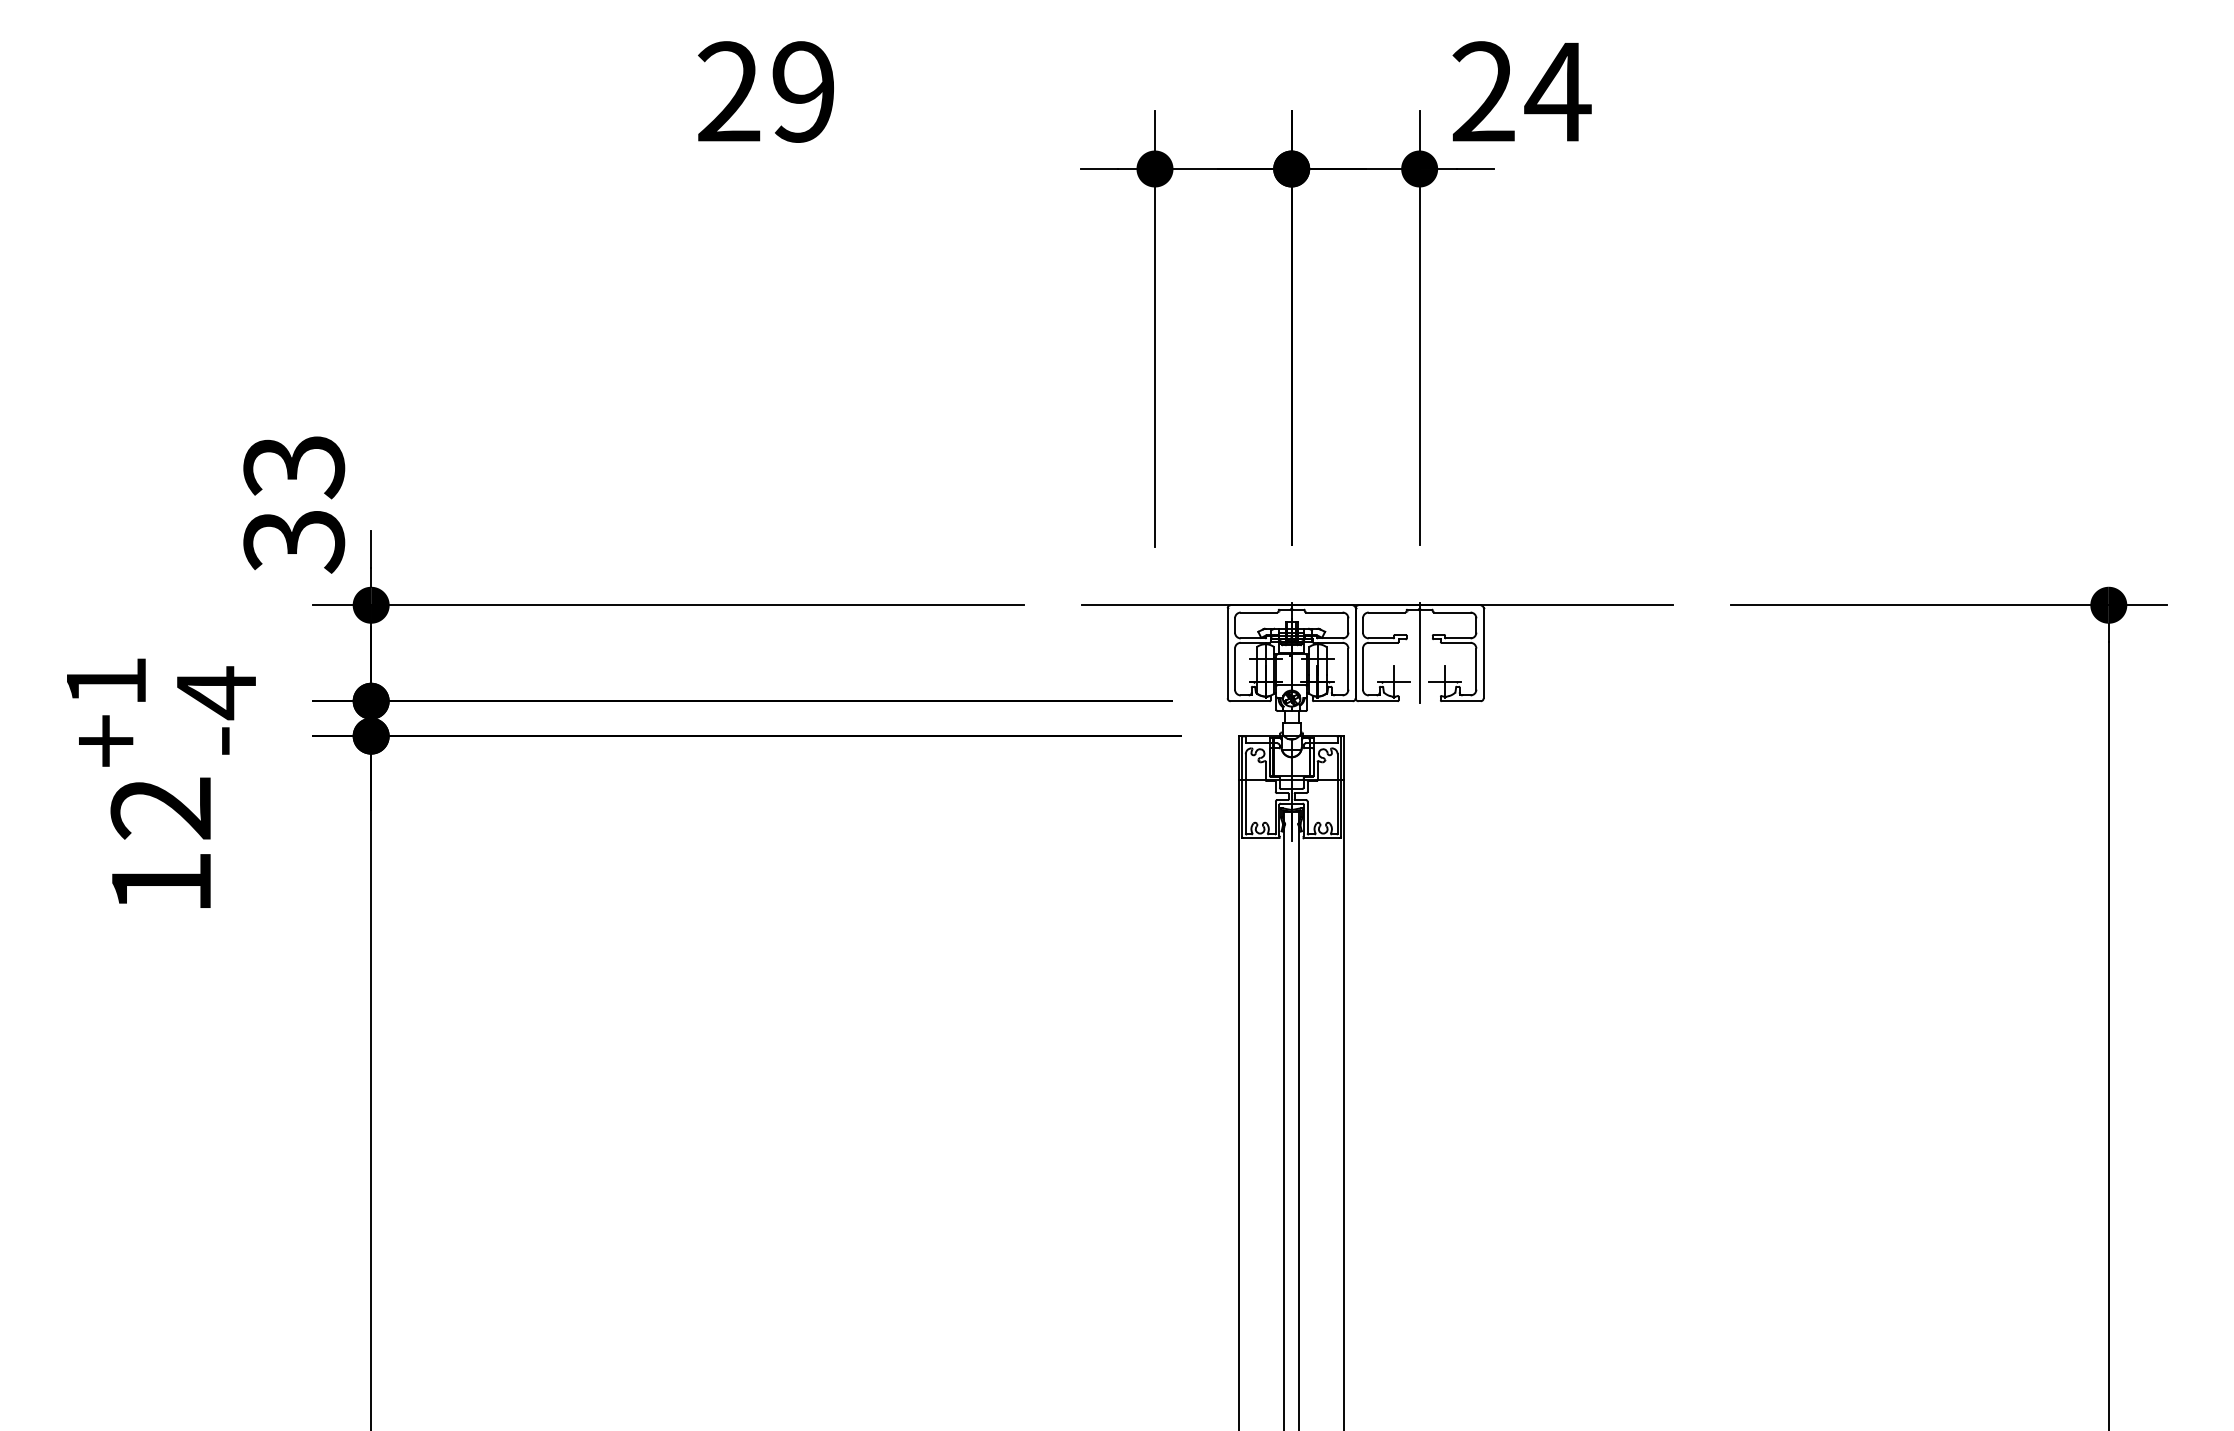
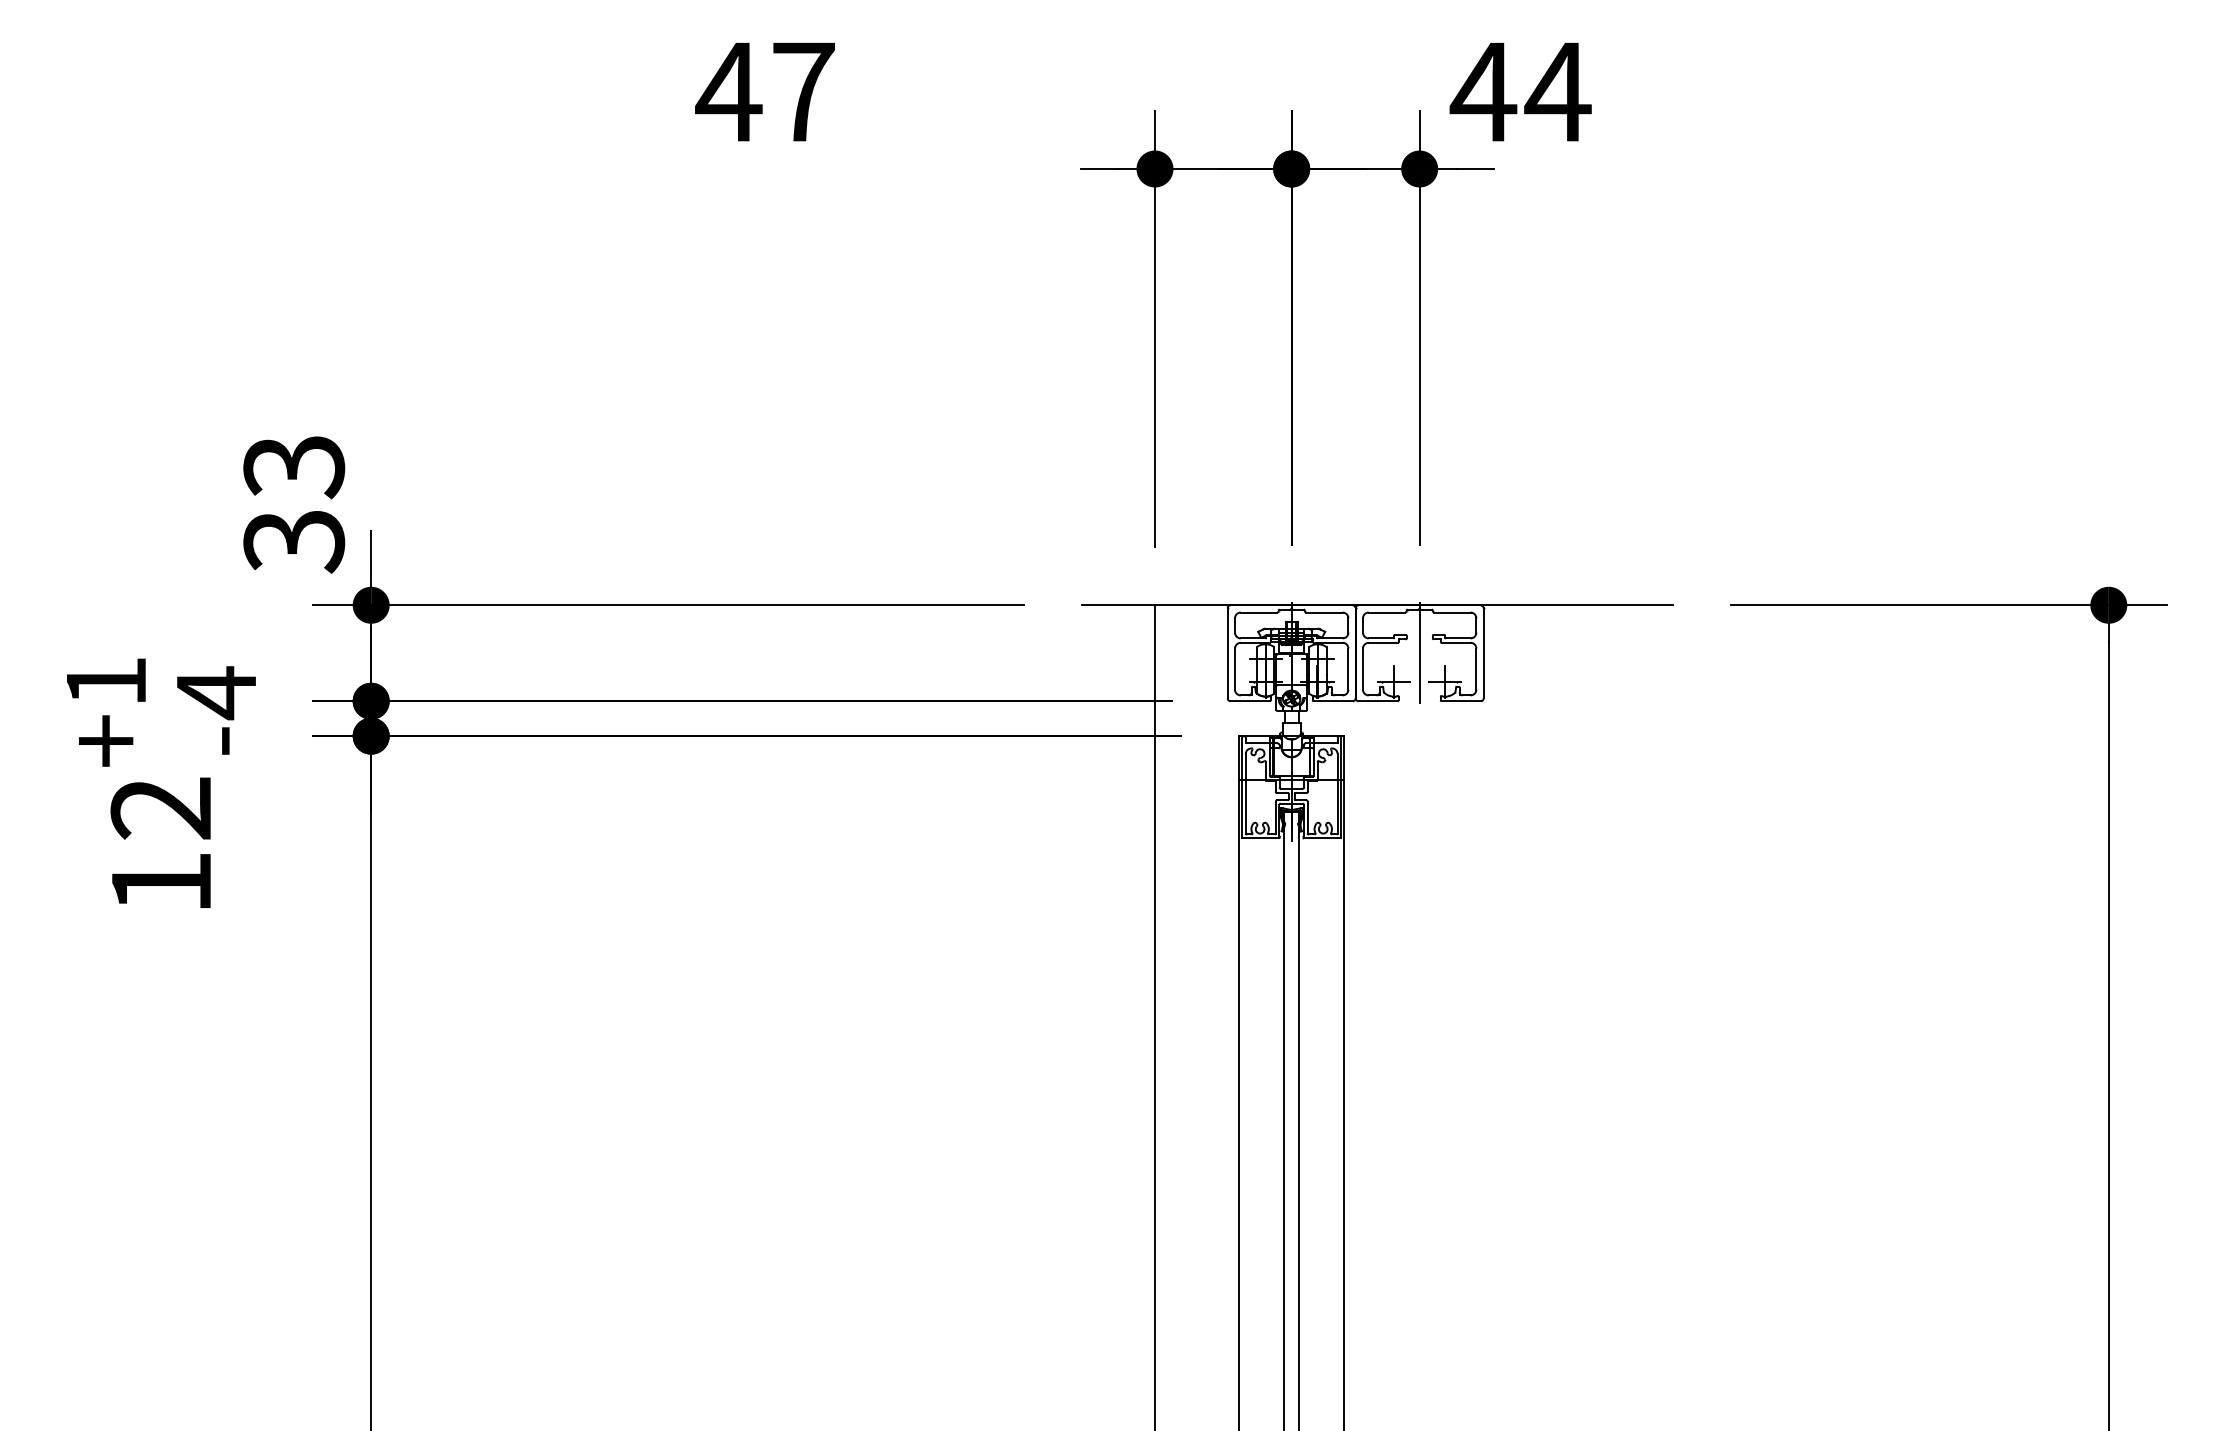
text at (764, 91): 29 -> 47
text at (1483, 91): 24 -> 44
line at (1155, 1016): none -> present
